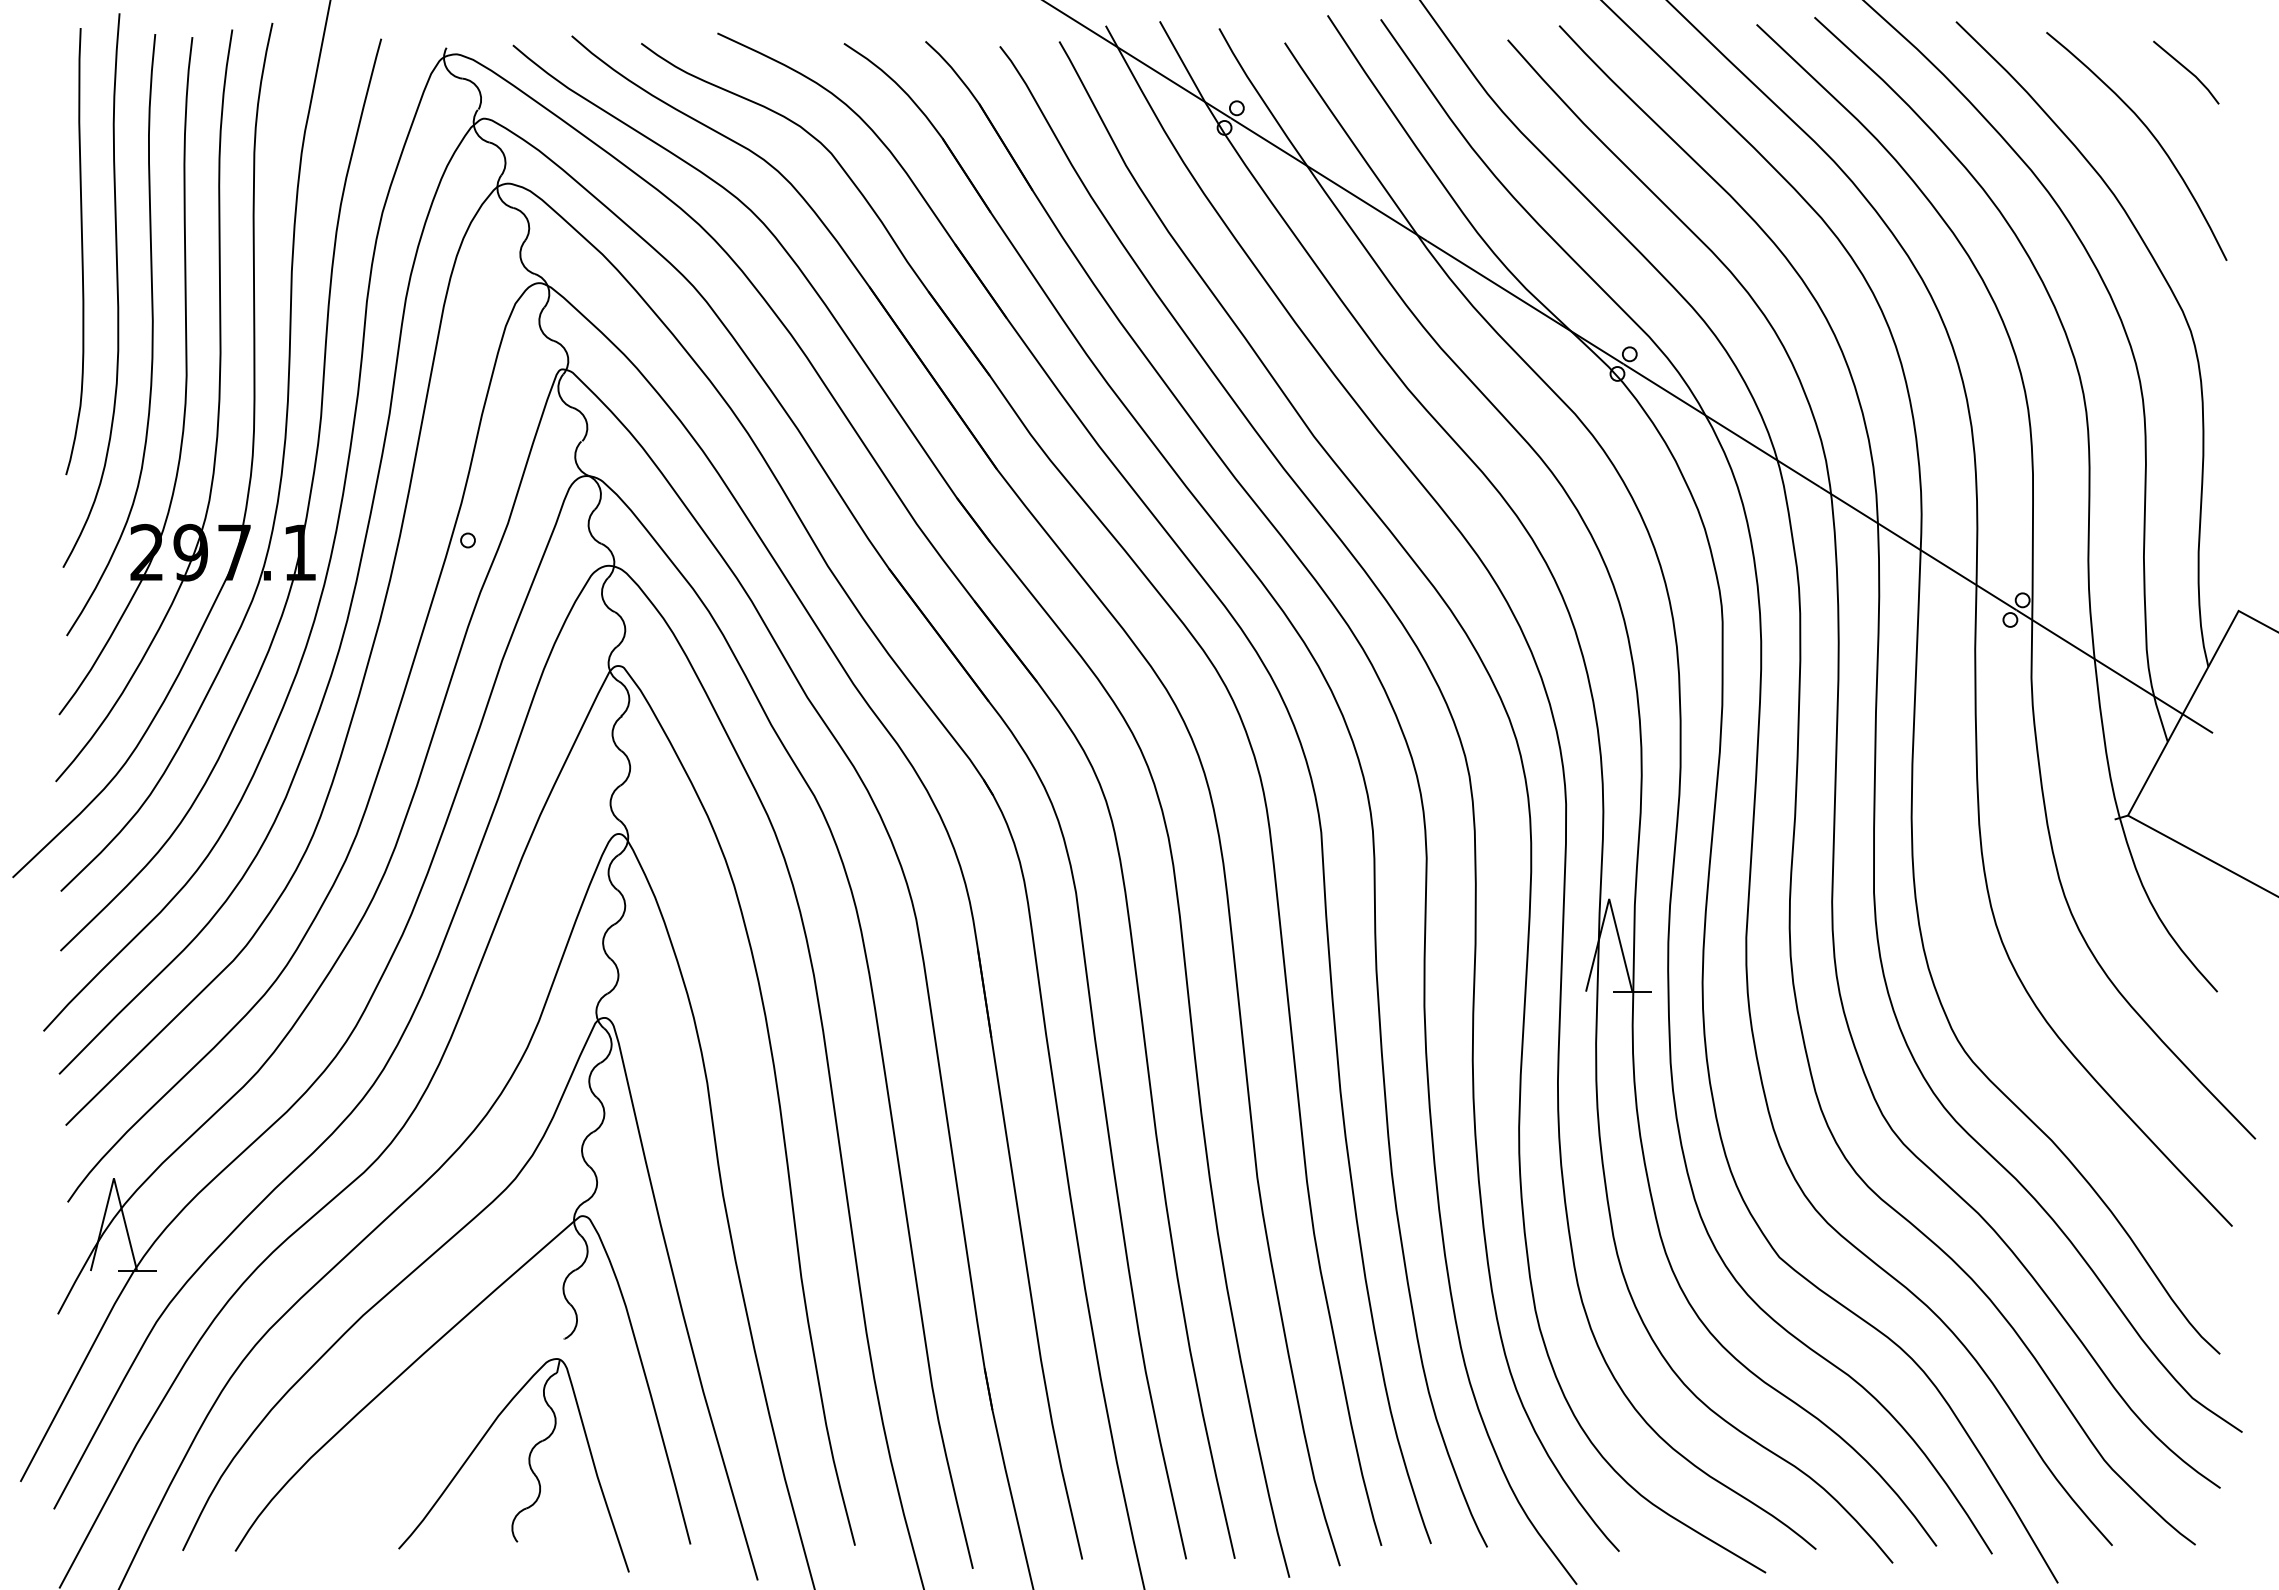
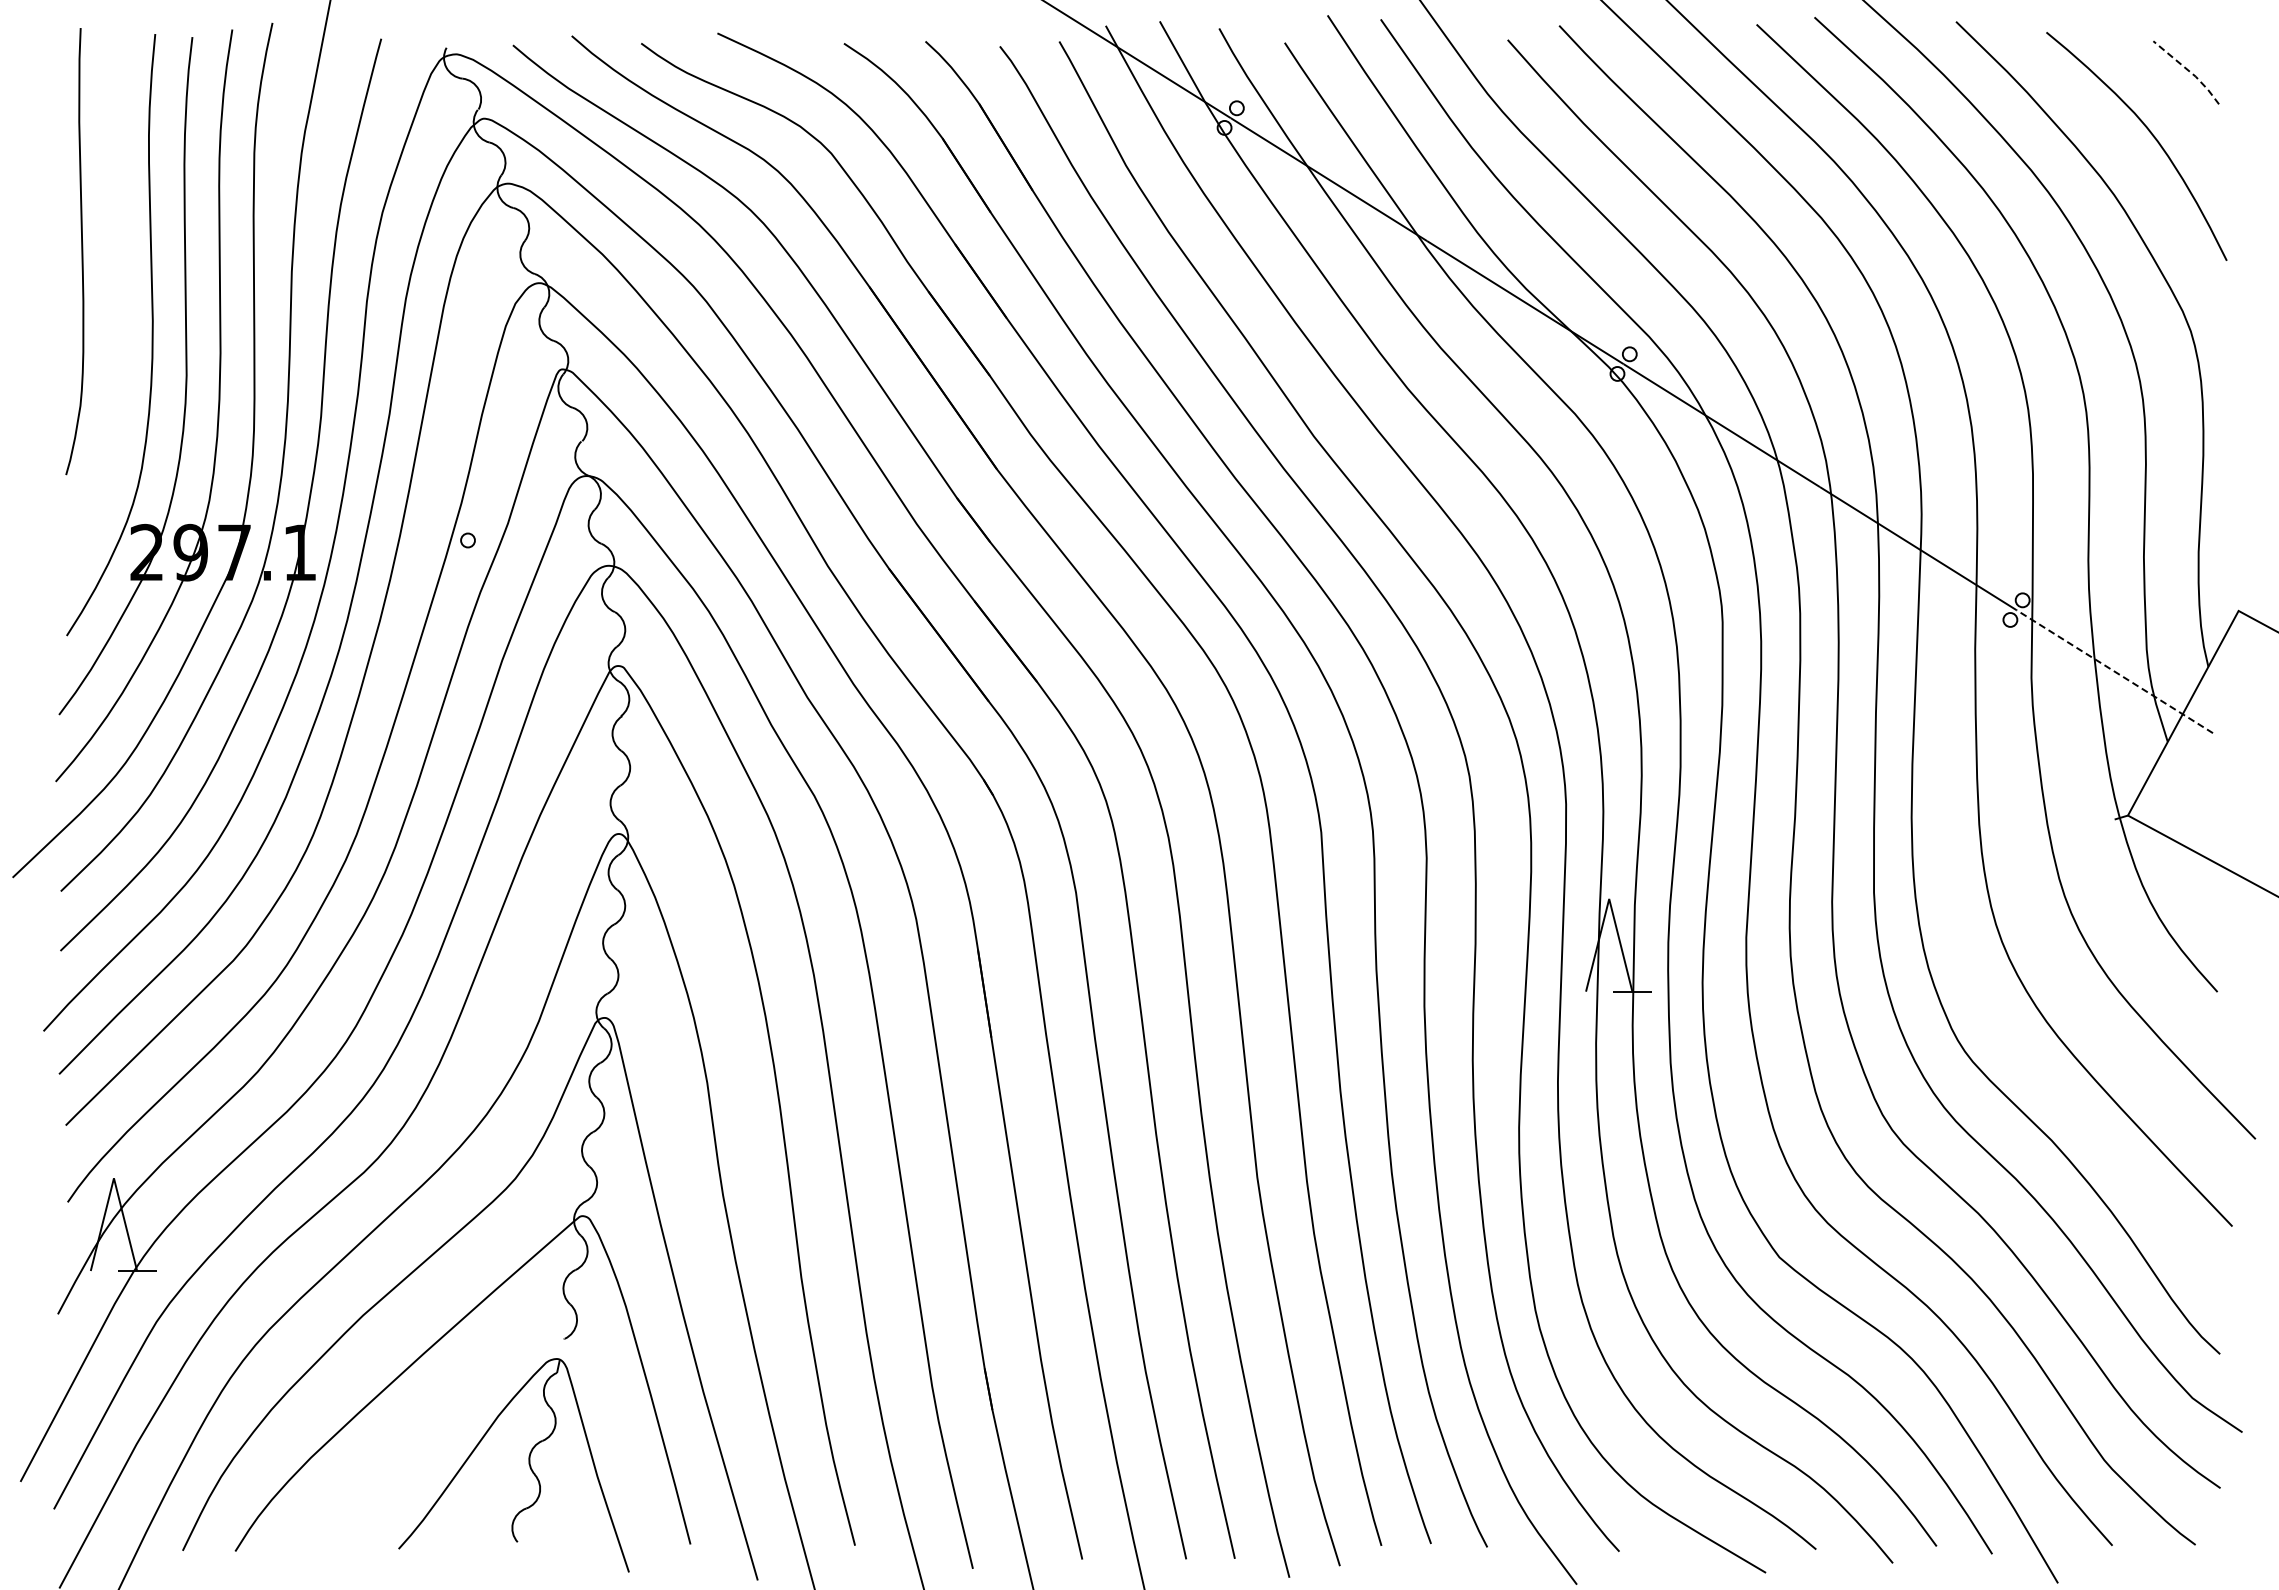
line at (2189, 71): solid -> dashed
curve at (116, 290): present -> none
line at (2114, 671): solid -> dashed
